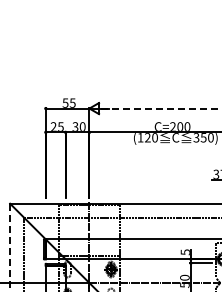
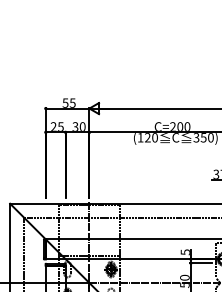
line at (161, 108): dashed -> solid
line at (10, 247): dashed -> solid
